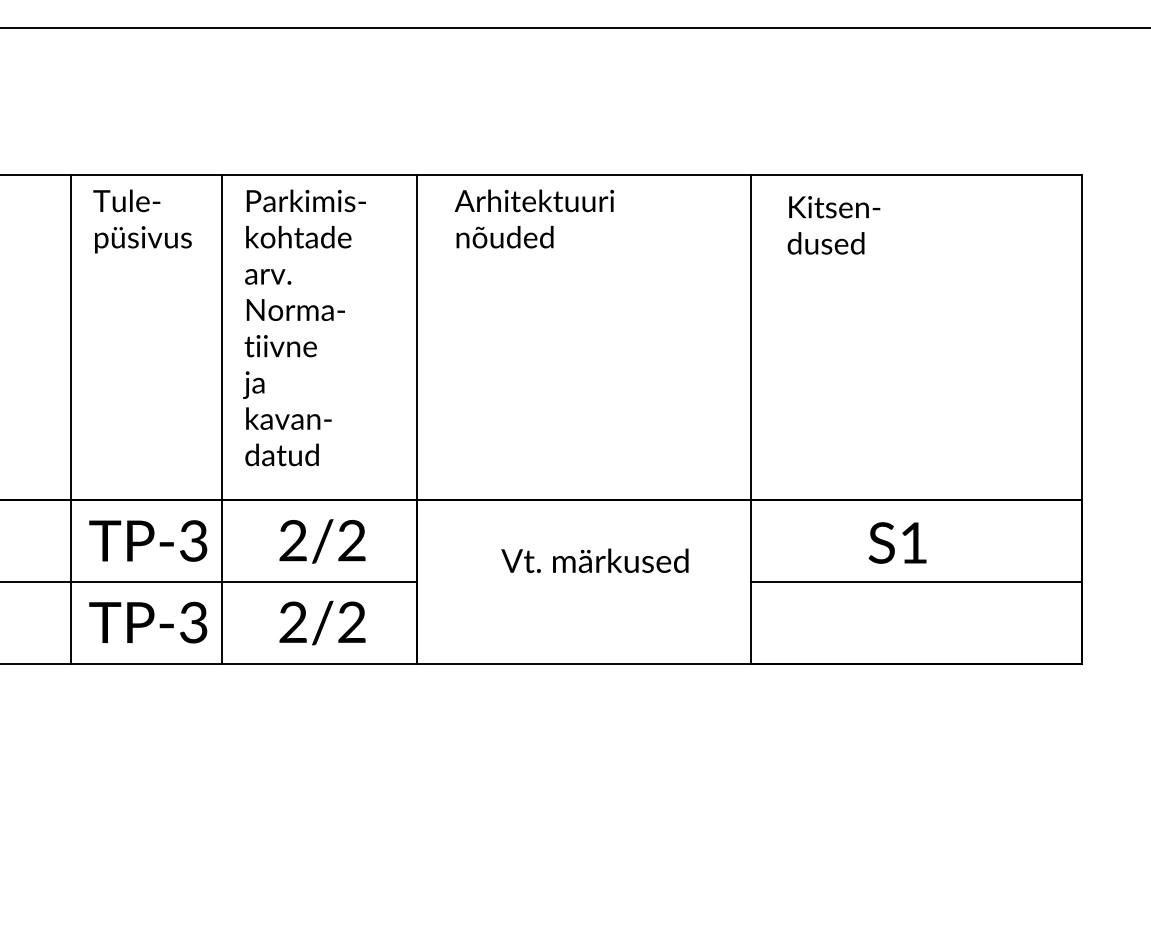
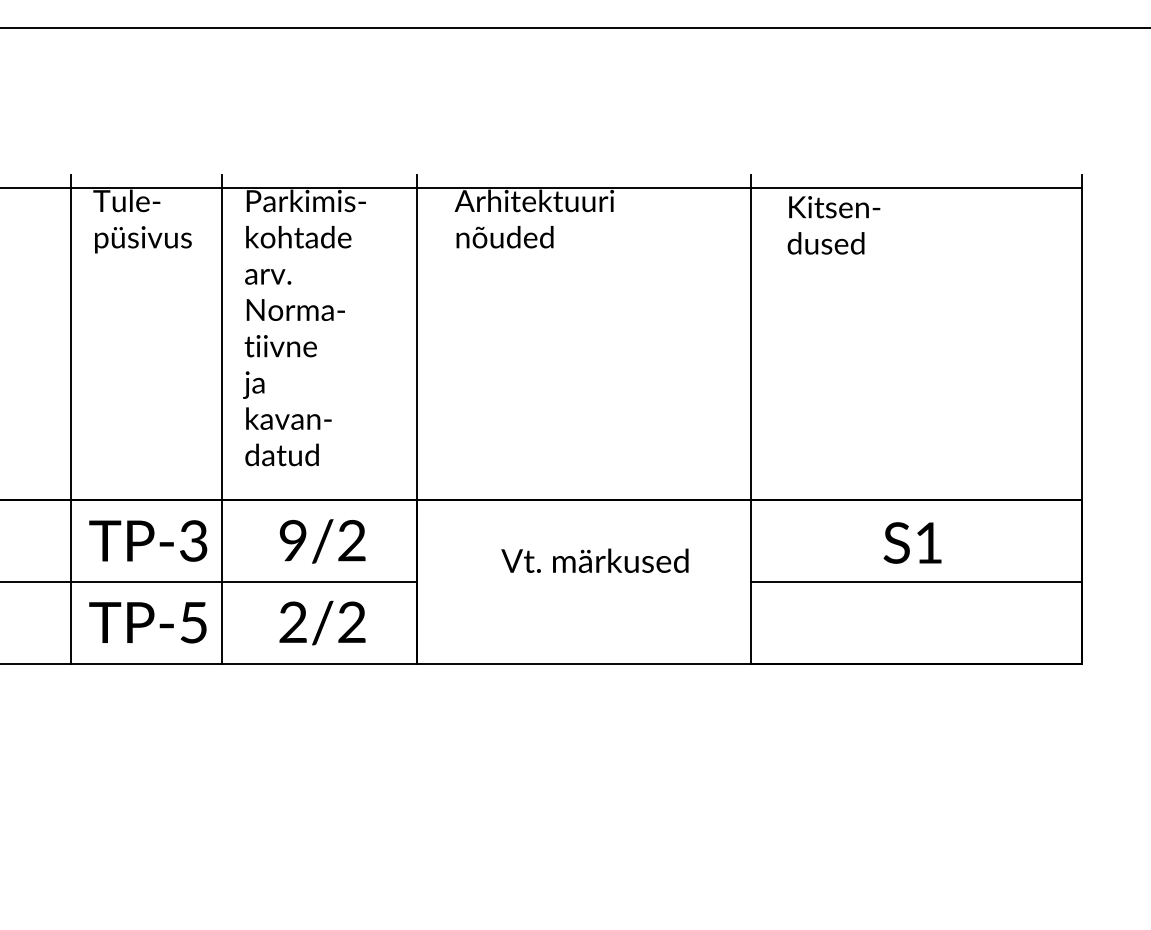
line at (541, 174) position: (541, 174) -> (541, 187)
text at (292, 540): 2/2 -> 9/2
text at (897, 542) position: (897, 542) -> (912, 542)
text at (193, 622): TP-3 -> TP-5
